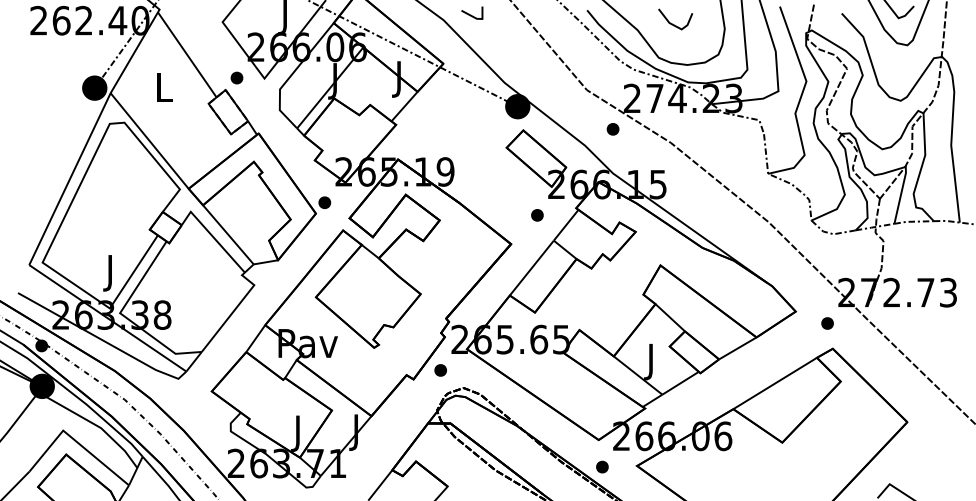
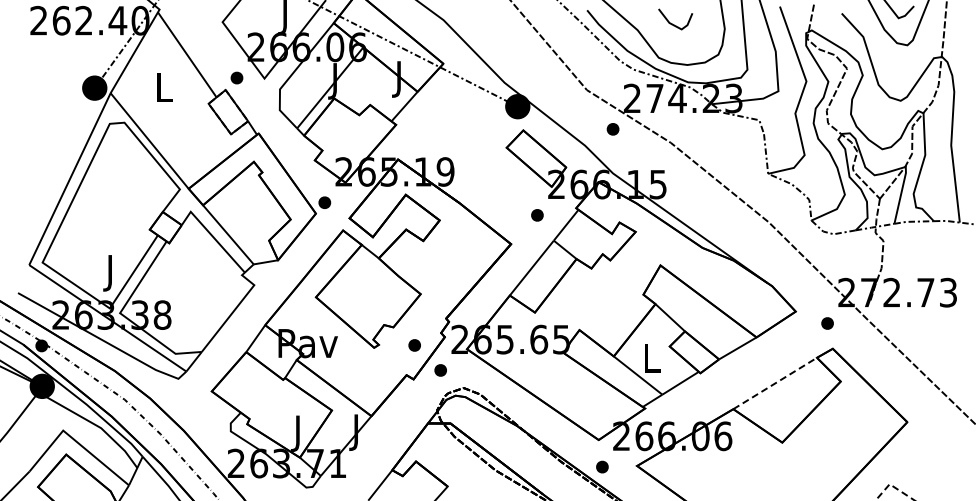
line at (471, 14): present -> none
part at (414, 345): none -> present
text at (652, 361): J -> L
line at (775, 383): solid -> dashed
line at (893, 486): solid -> dashed
